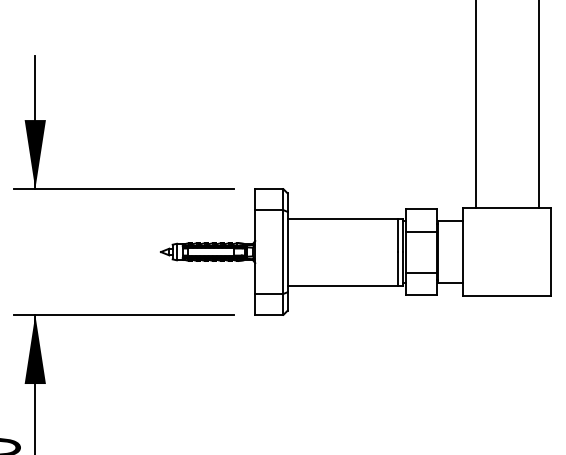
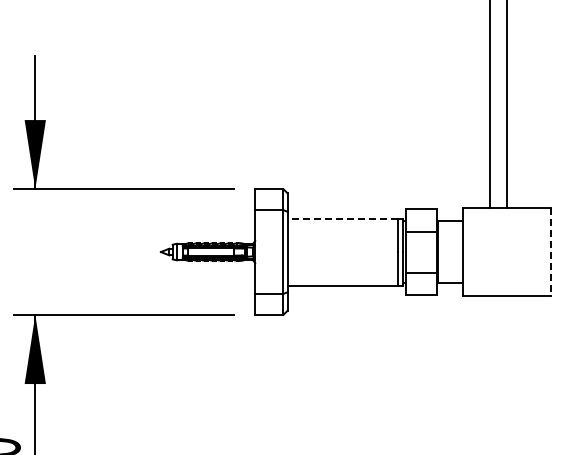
line at (475, 105) position: (475, 105) -> (489, 105)
line at (538, 105) position: (538, 105) -> (506, 105)
line at (342, 218): solid -> dashed
line at (551, 252): solid -> dashed
